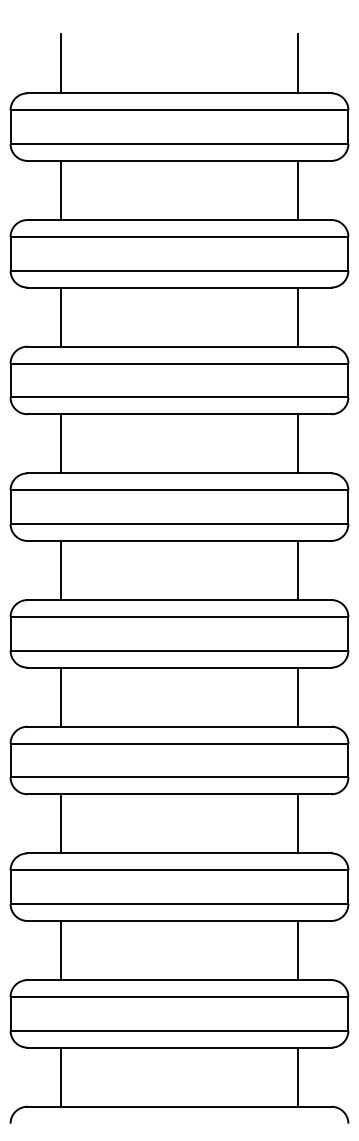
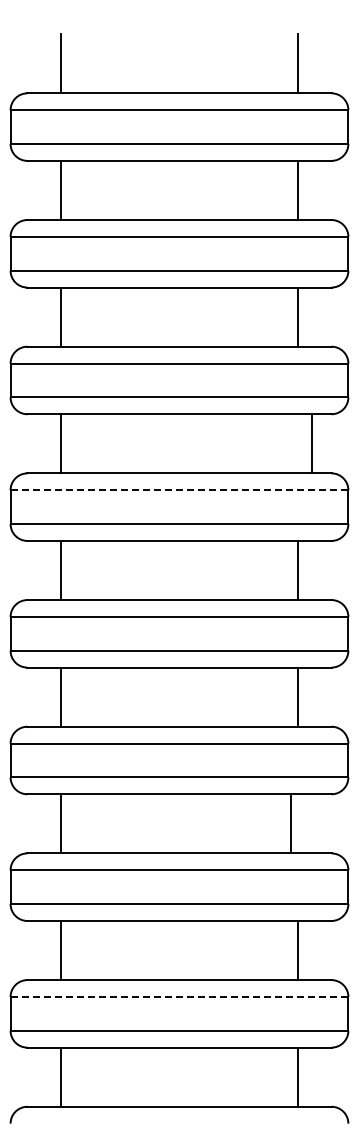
line at (297, 443) position: (297, 443) -> (311, 443)
line at (179, 490): solid -> dashed
line at (297, 823) position: (297, 823) -> (290, 823)
line at (179, 996): solid -> dashed
